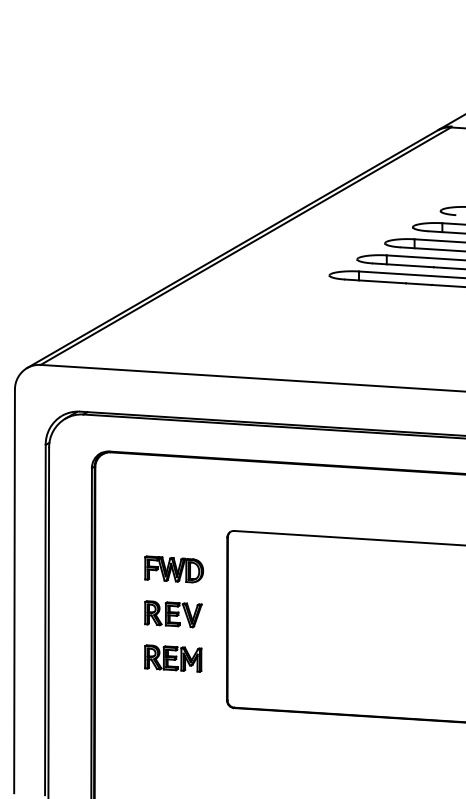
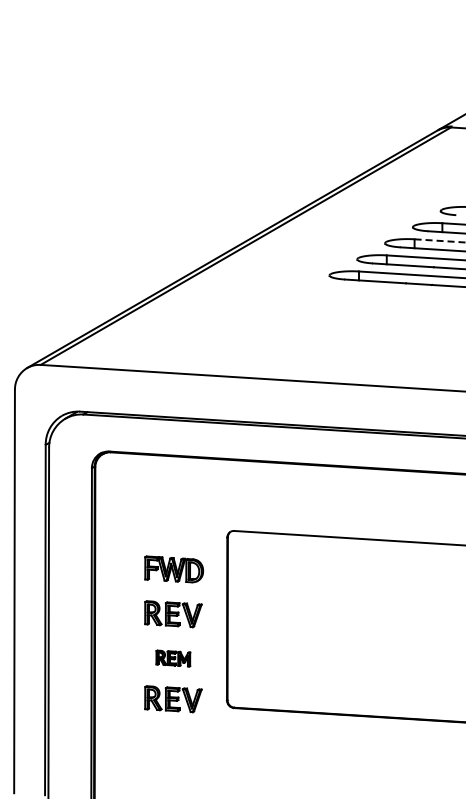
line at (440, 240): solid -> dashed
part at (173, 658) size: 59x29 px -> 37x19 px
part at (173, 699): none -> present
